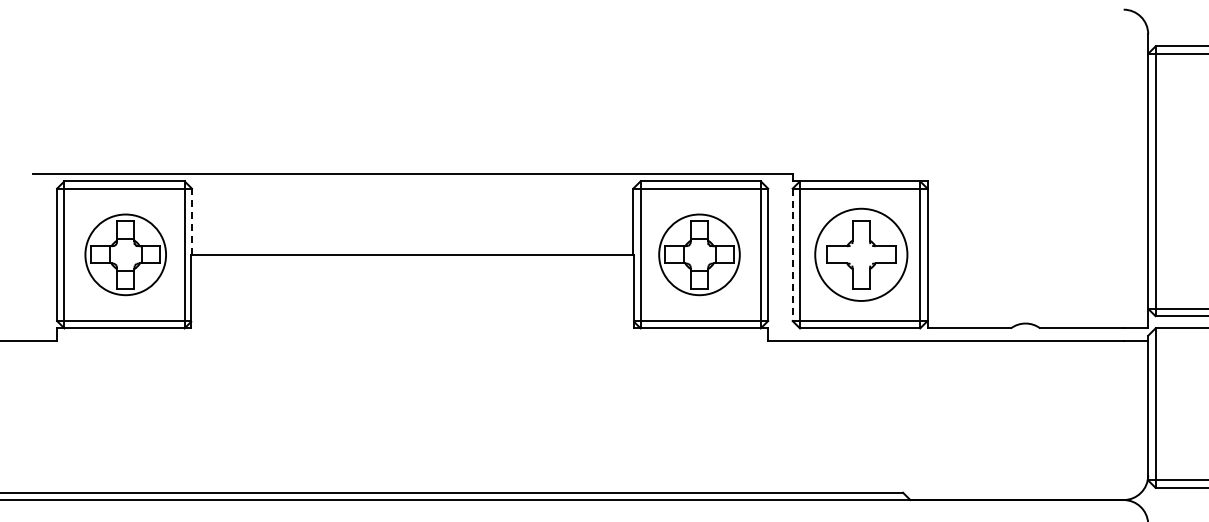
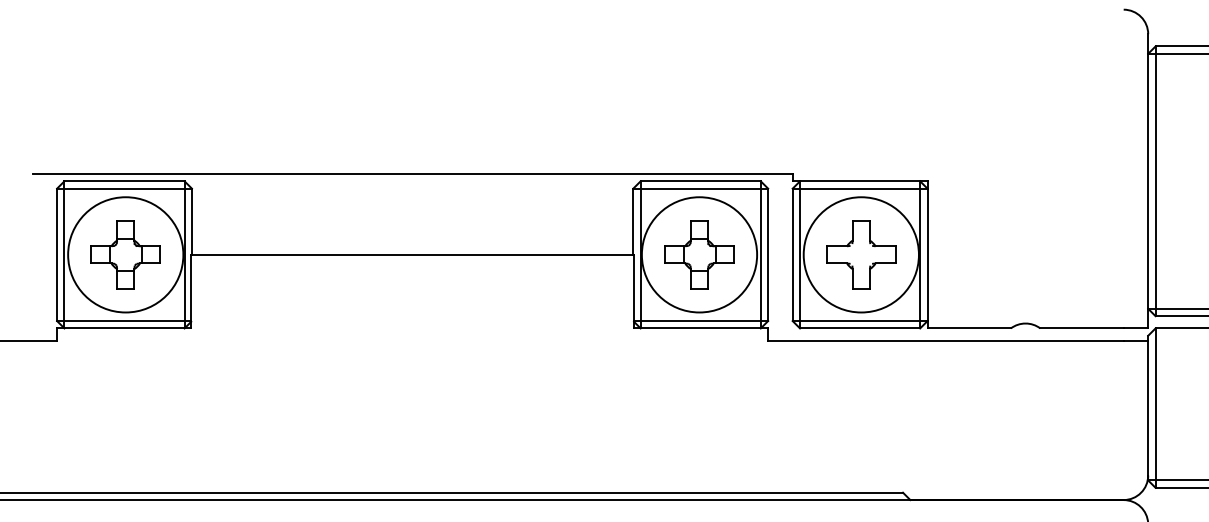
line at (191, 221): dashed -> solid
circle at (125, 254) diameter: 81 px -> 115 px
circle at (699, 254) diameter: 81 px -> 115 px
circle at (861, 254) diameter: 92 px -> 115 px
line at (792, 255): dashed -> solid
